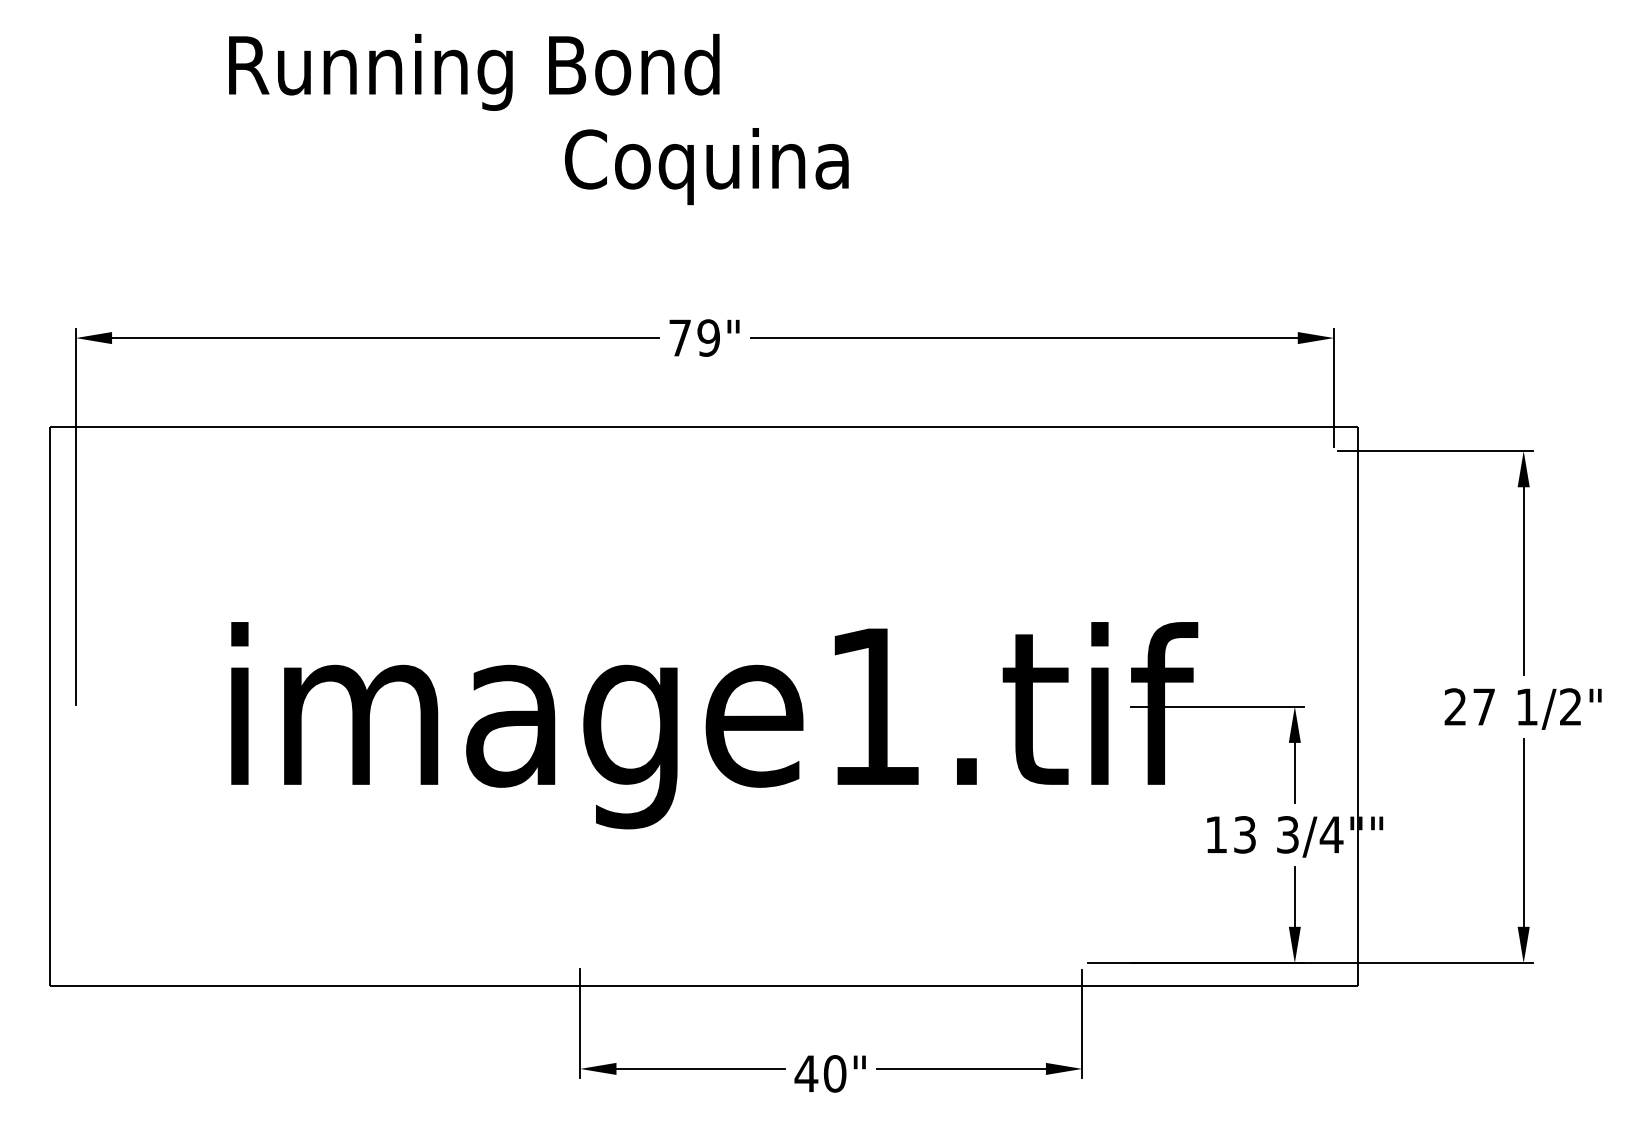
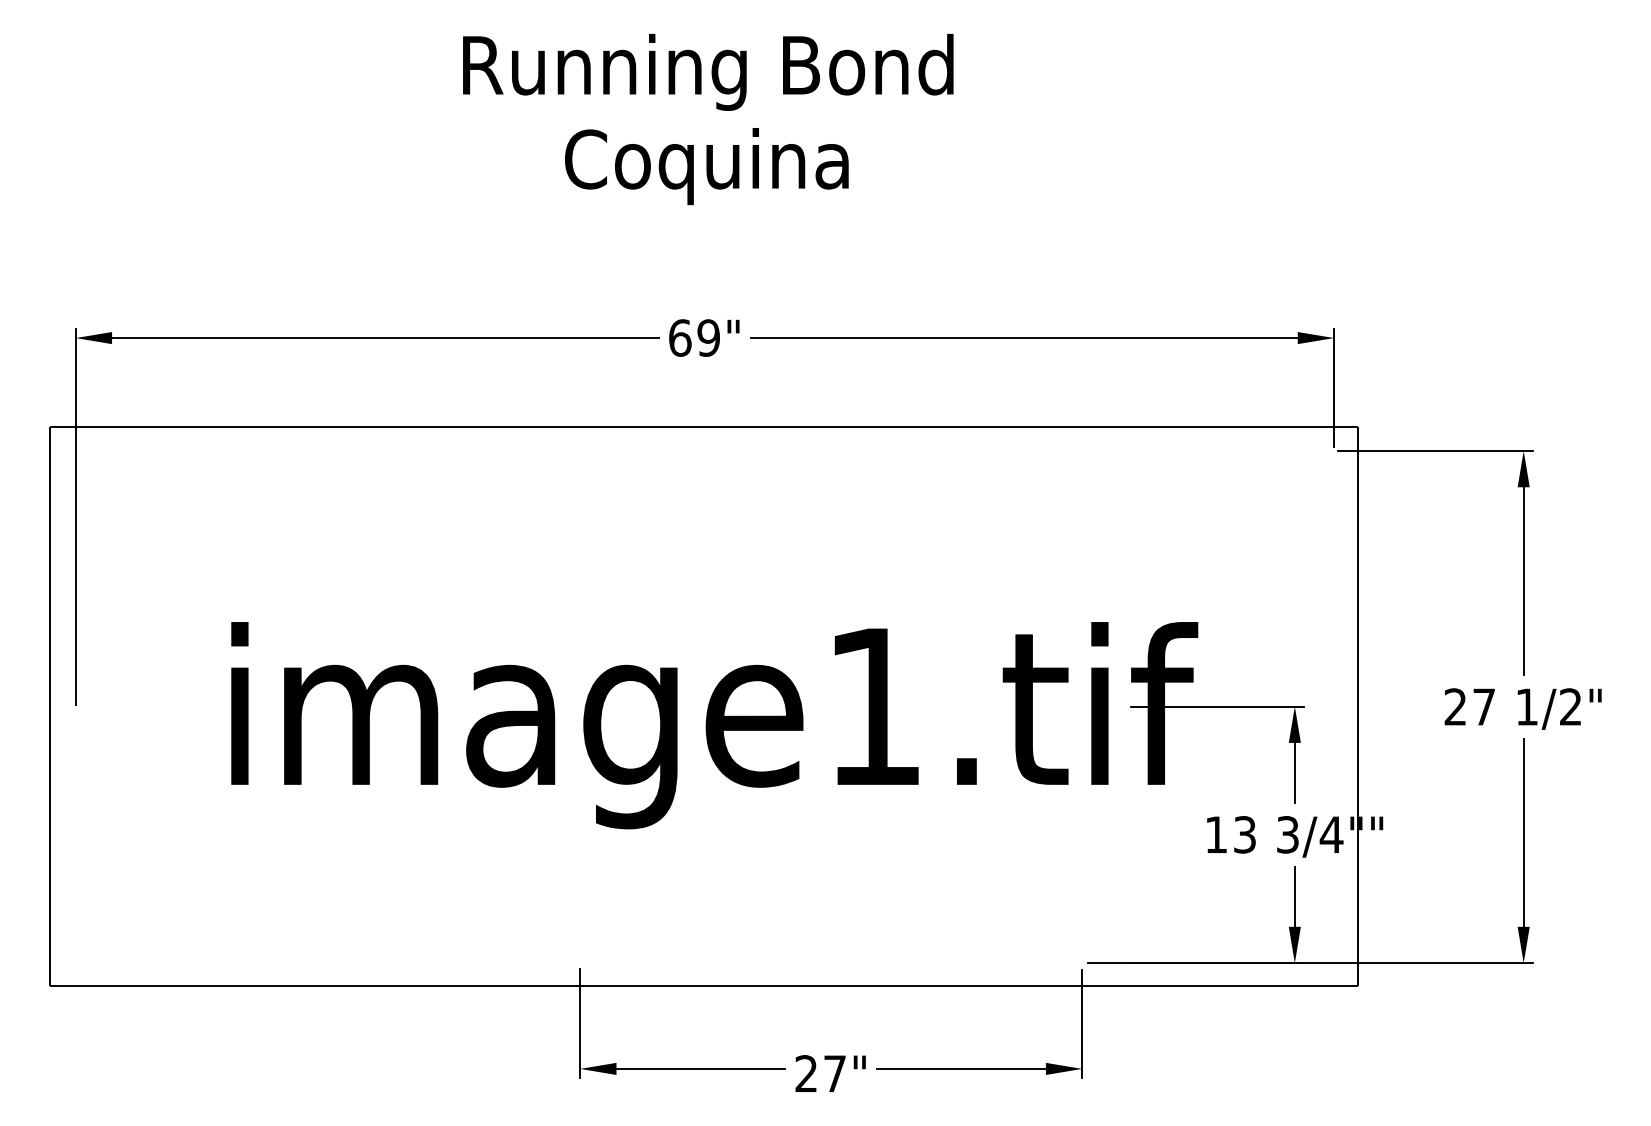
text at (474, 72) position: (474, 72) -> (708, 72)
text at (680, 337): 79" -> 69"
text at (820, 1073): 40" -> 27"
